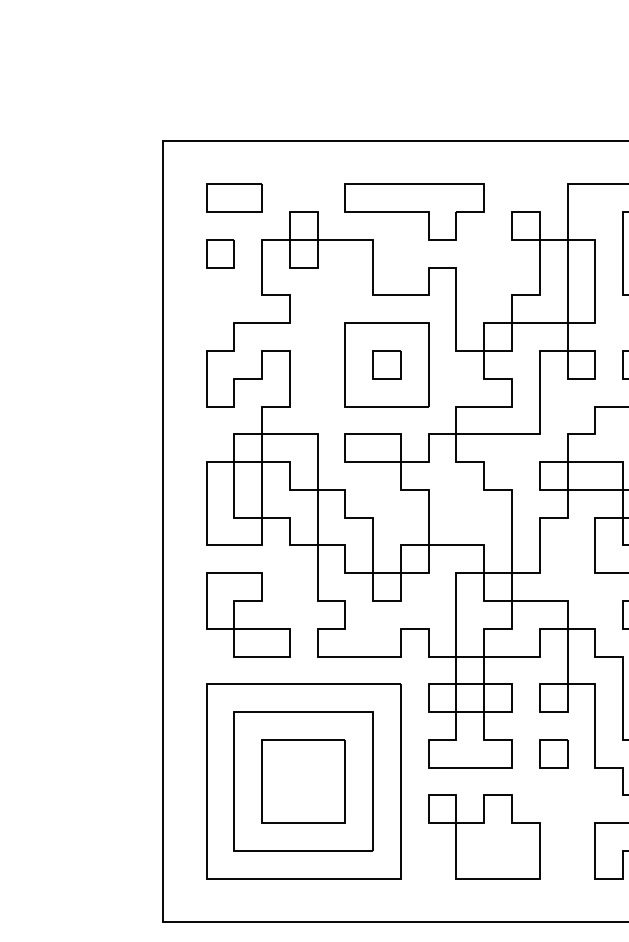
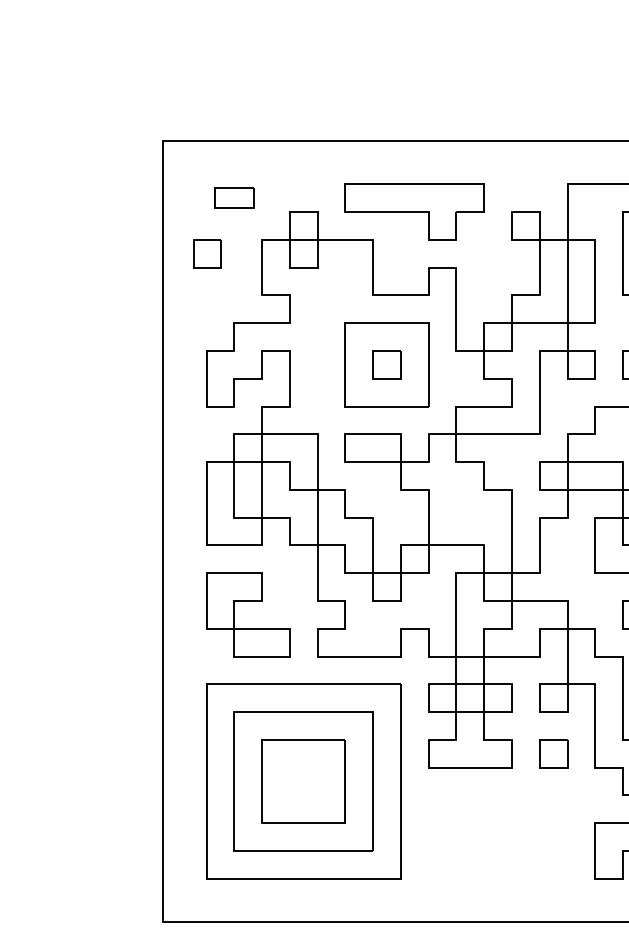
part at (234, 197) size: 57x30 px -> 41x22 px
part at (220, 253) position: (220, 253) -> (207, 253)
part at (484, 836): present -> none
